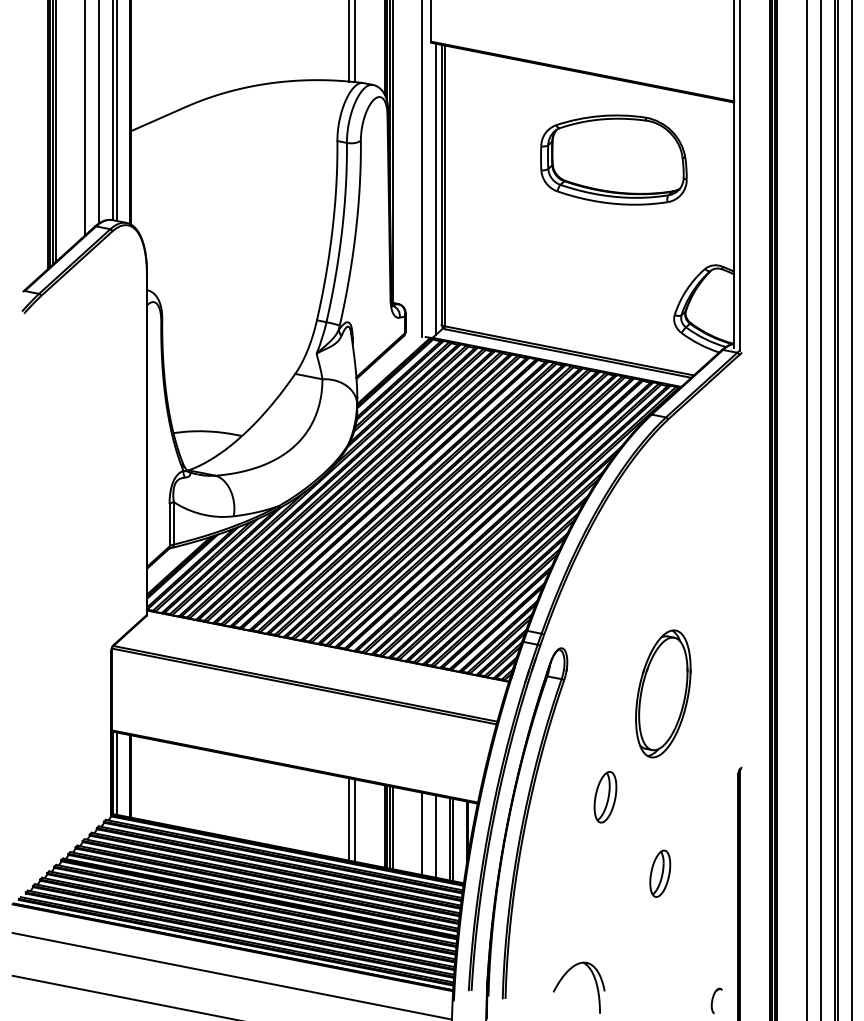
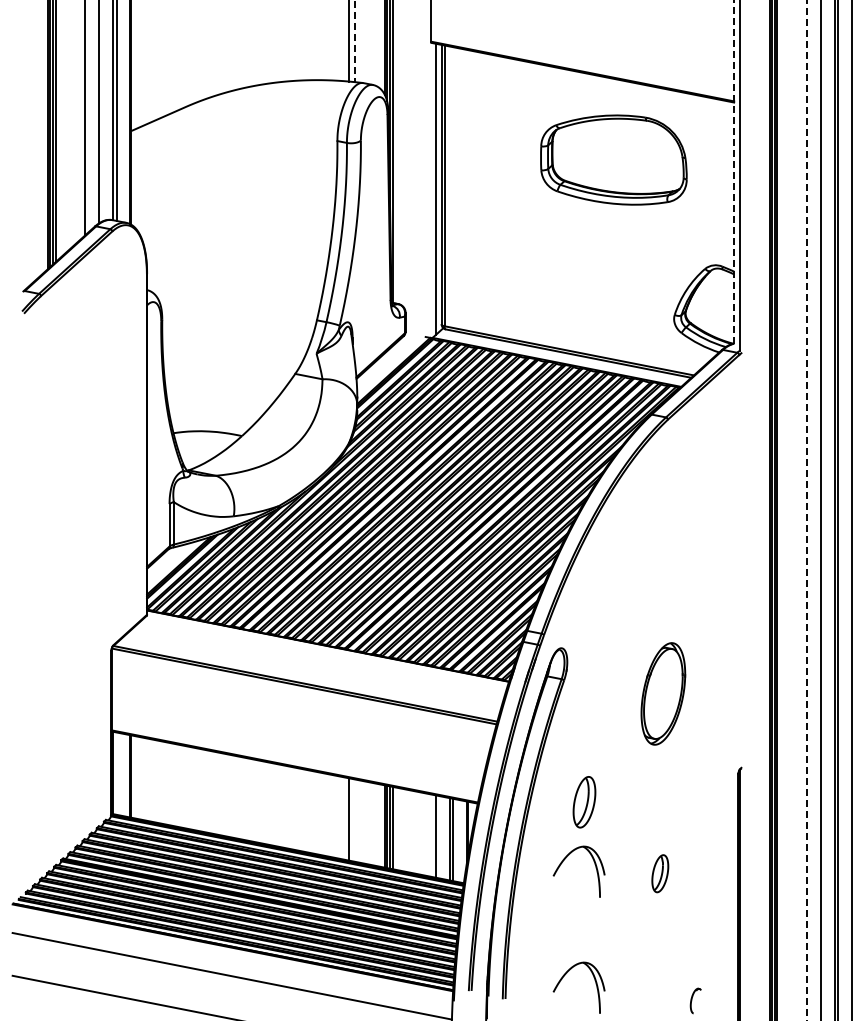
line at (355, 41): solid -> dashed
line at (421, 169): present -> none
line at (734, 174): solid -> dashed
line at (806, 510): solid -> dashed
part at (663, 693) size: 57x130 px -> 47x104 px
line at (116, 773): present -> none
part at (605, 797) position: (605, 797) -> (584, 802)
line at (355, 820): present -> none
line at (421, 833): present -> none
part at (595, 868): none -> present
part at (660, 873) size: 23x49 px -> 19x40 px
part at (716, 1000) position: (716, 1000) -> (695, 1000)
